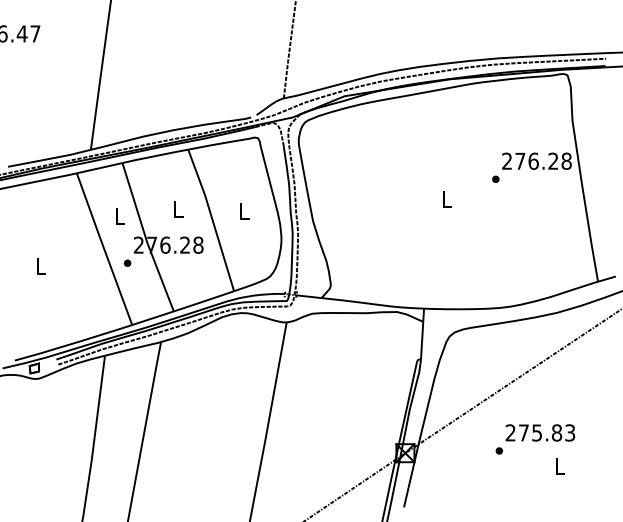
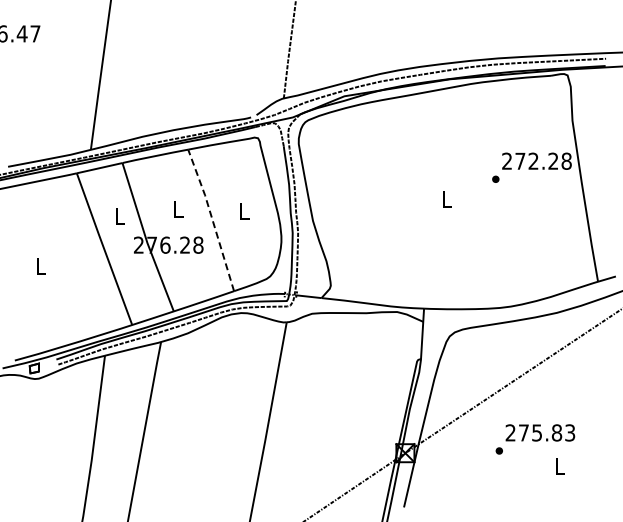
text at (533, 160): 276.28 -> 272.28
line at (212, 218): solid -> dashed
part at (127, 262): present -> none
